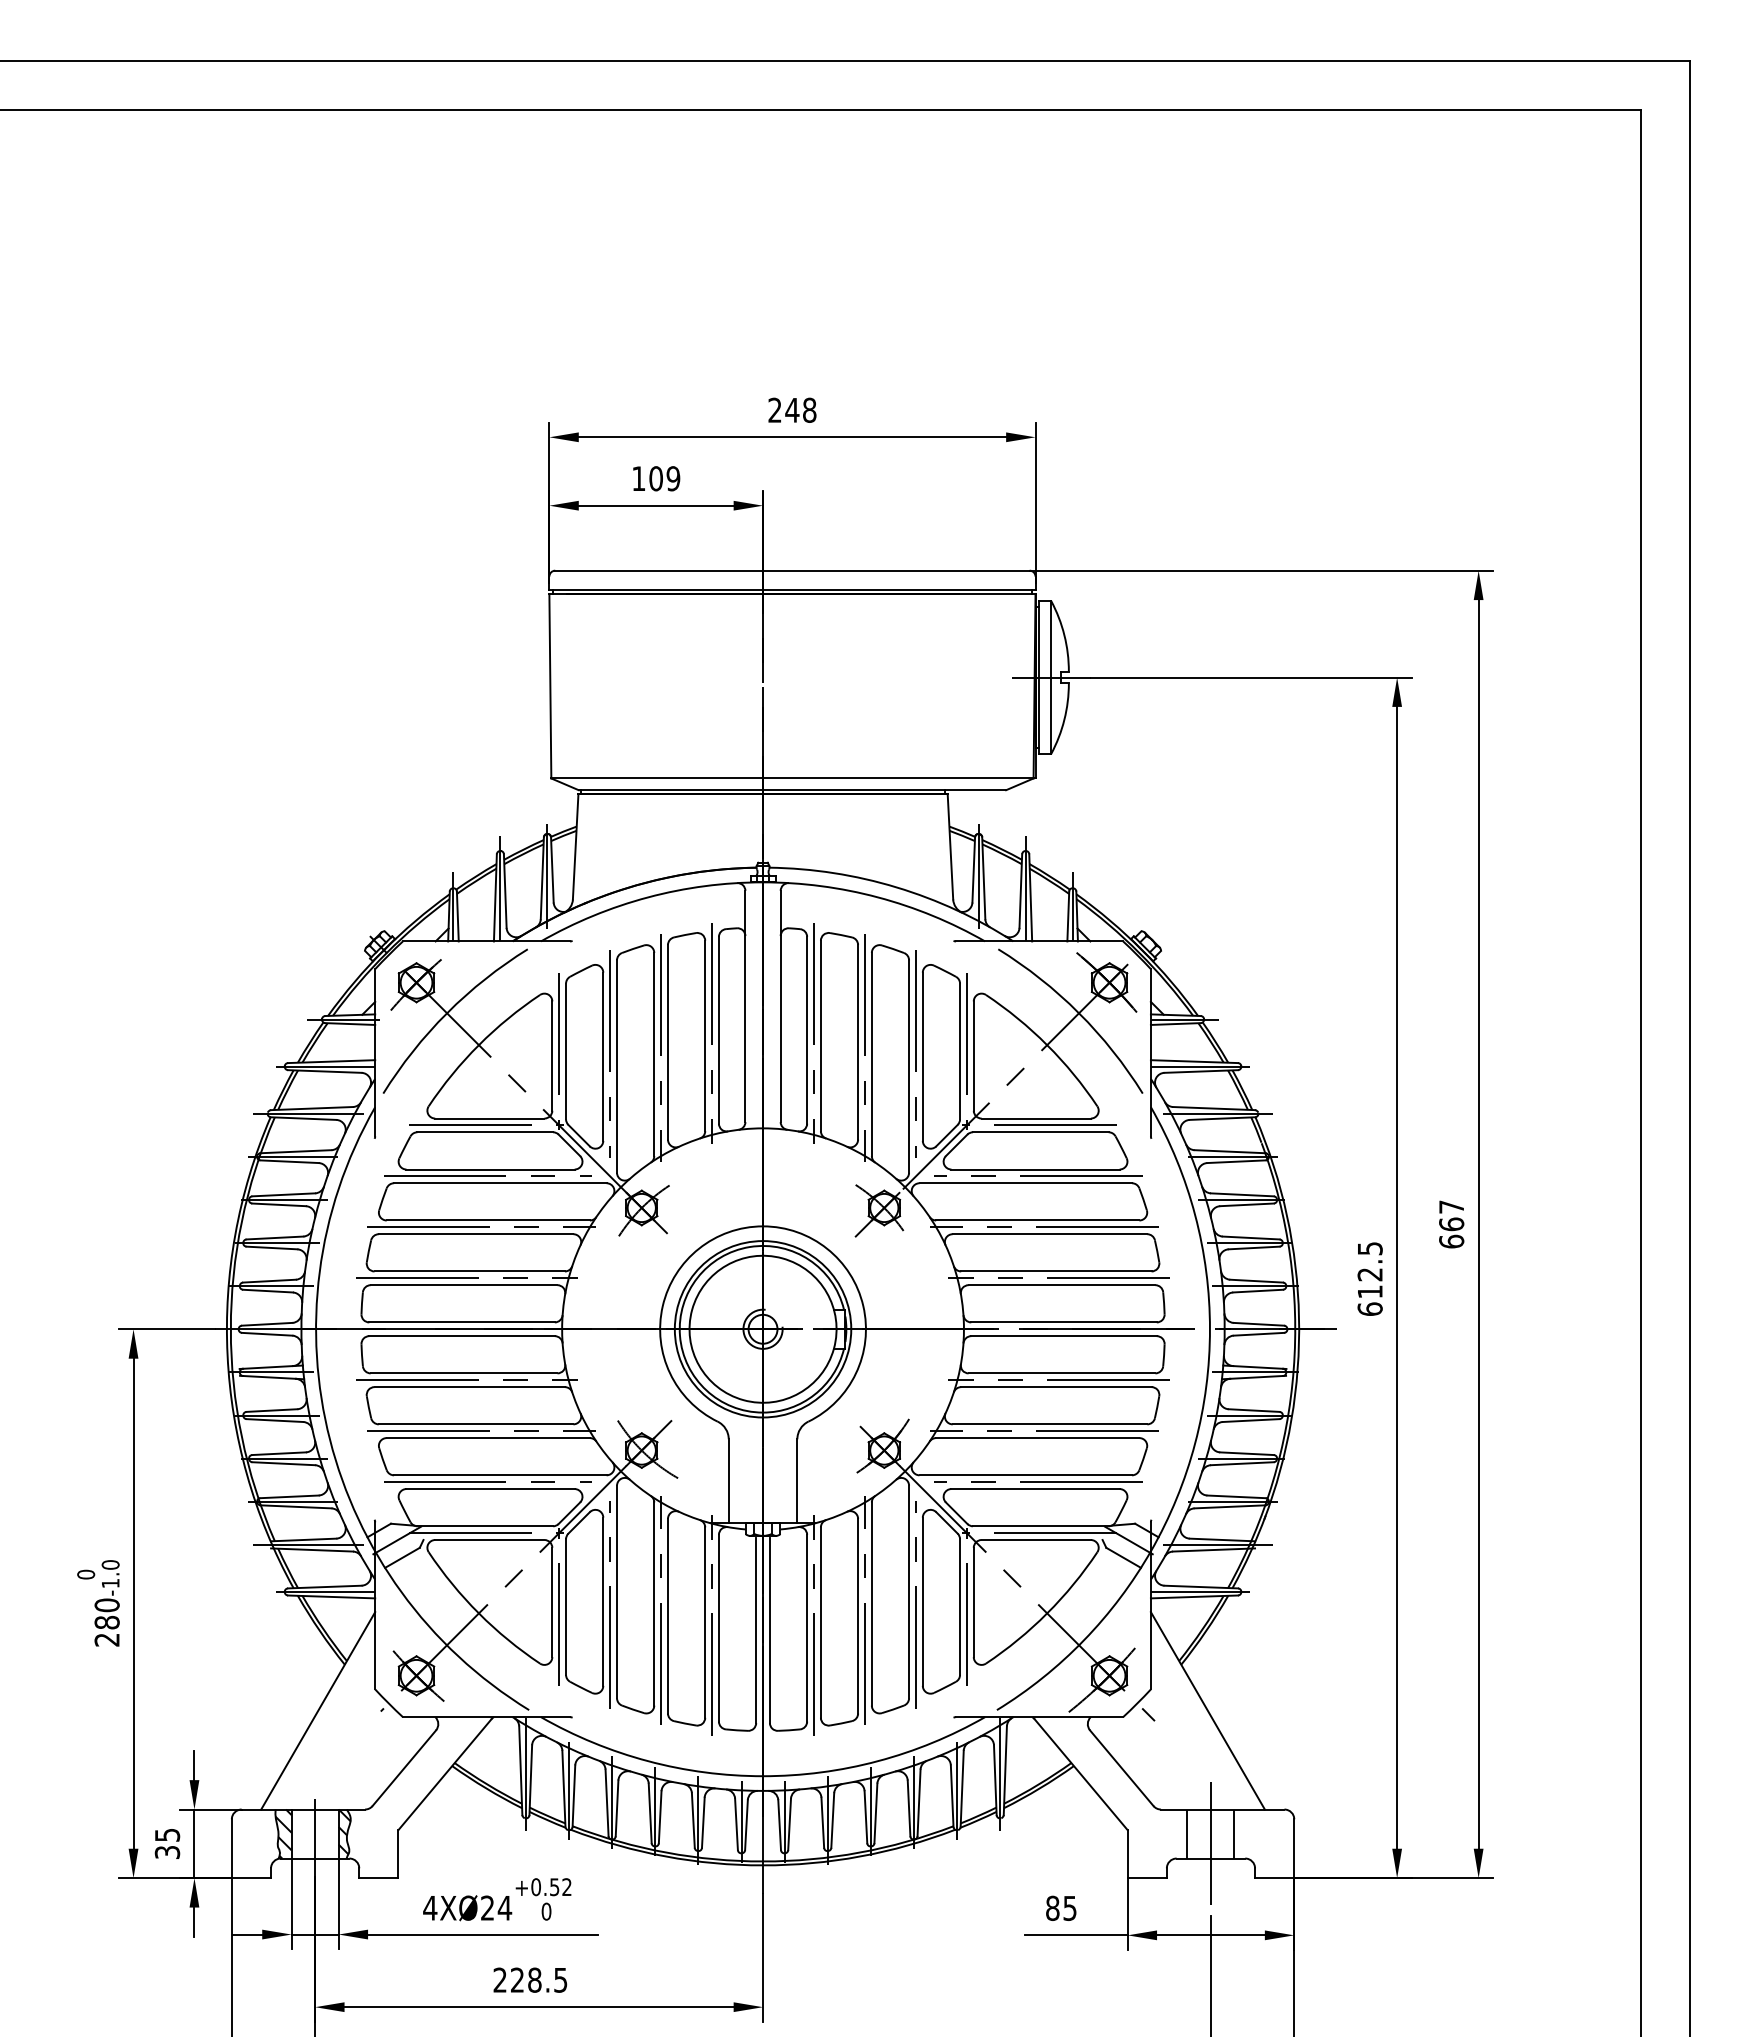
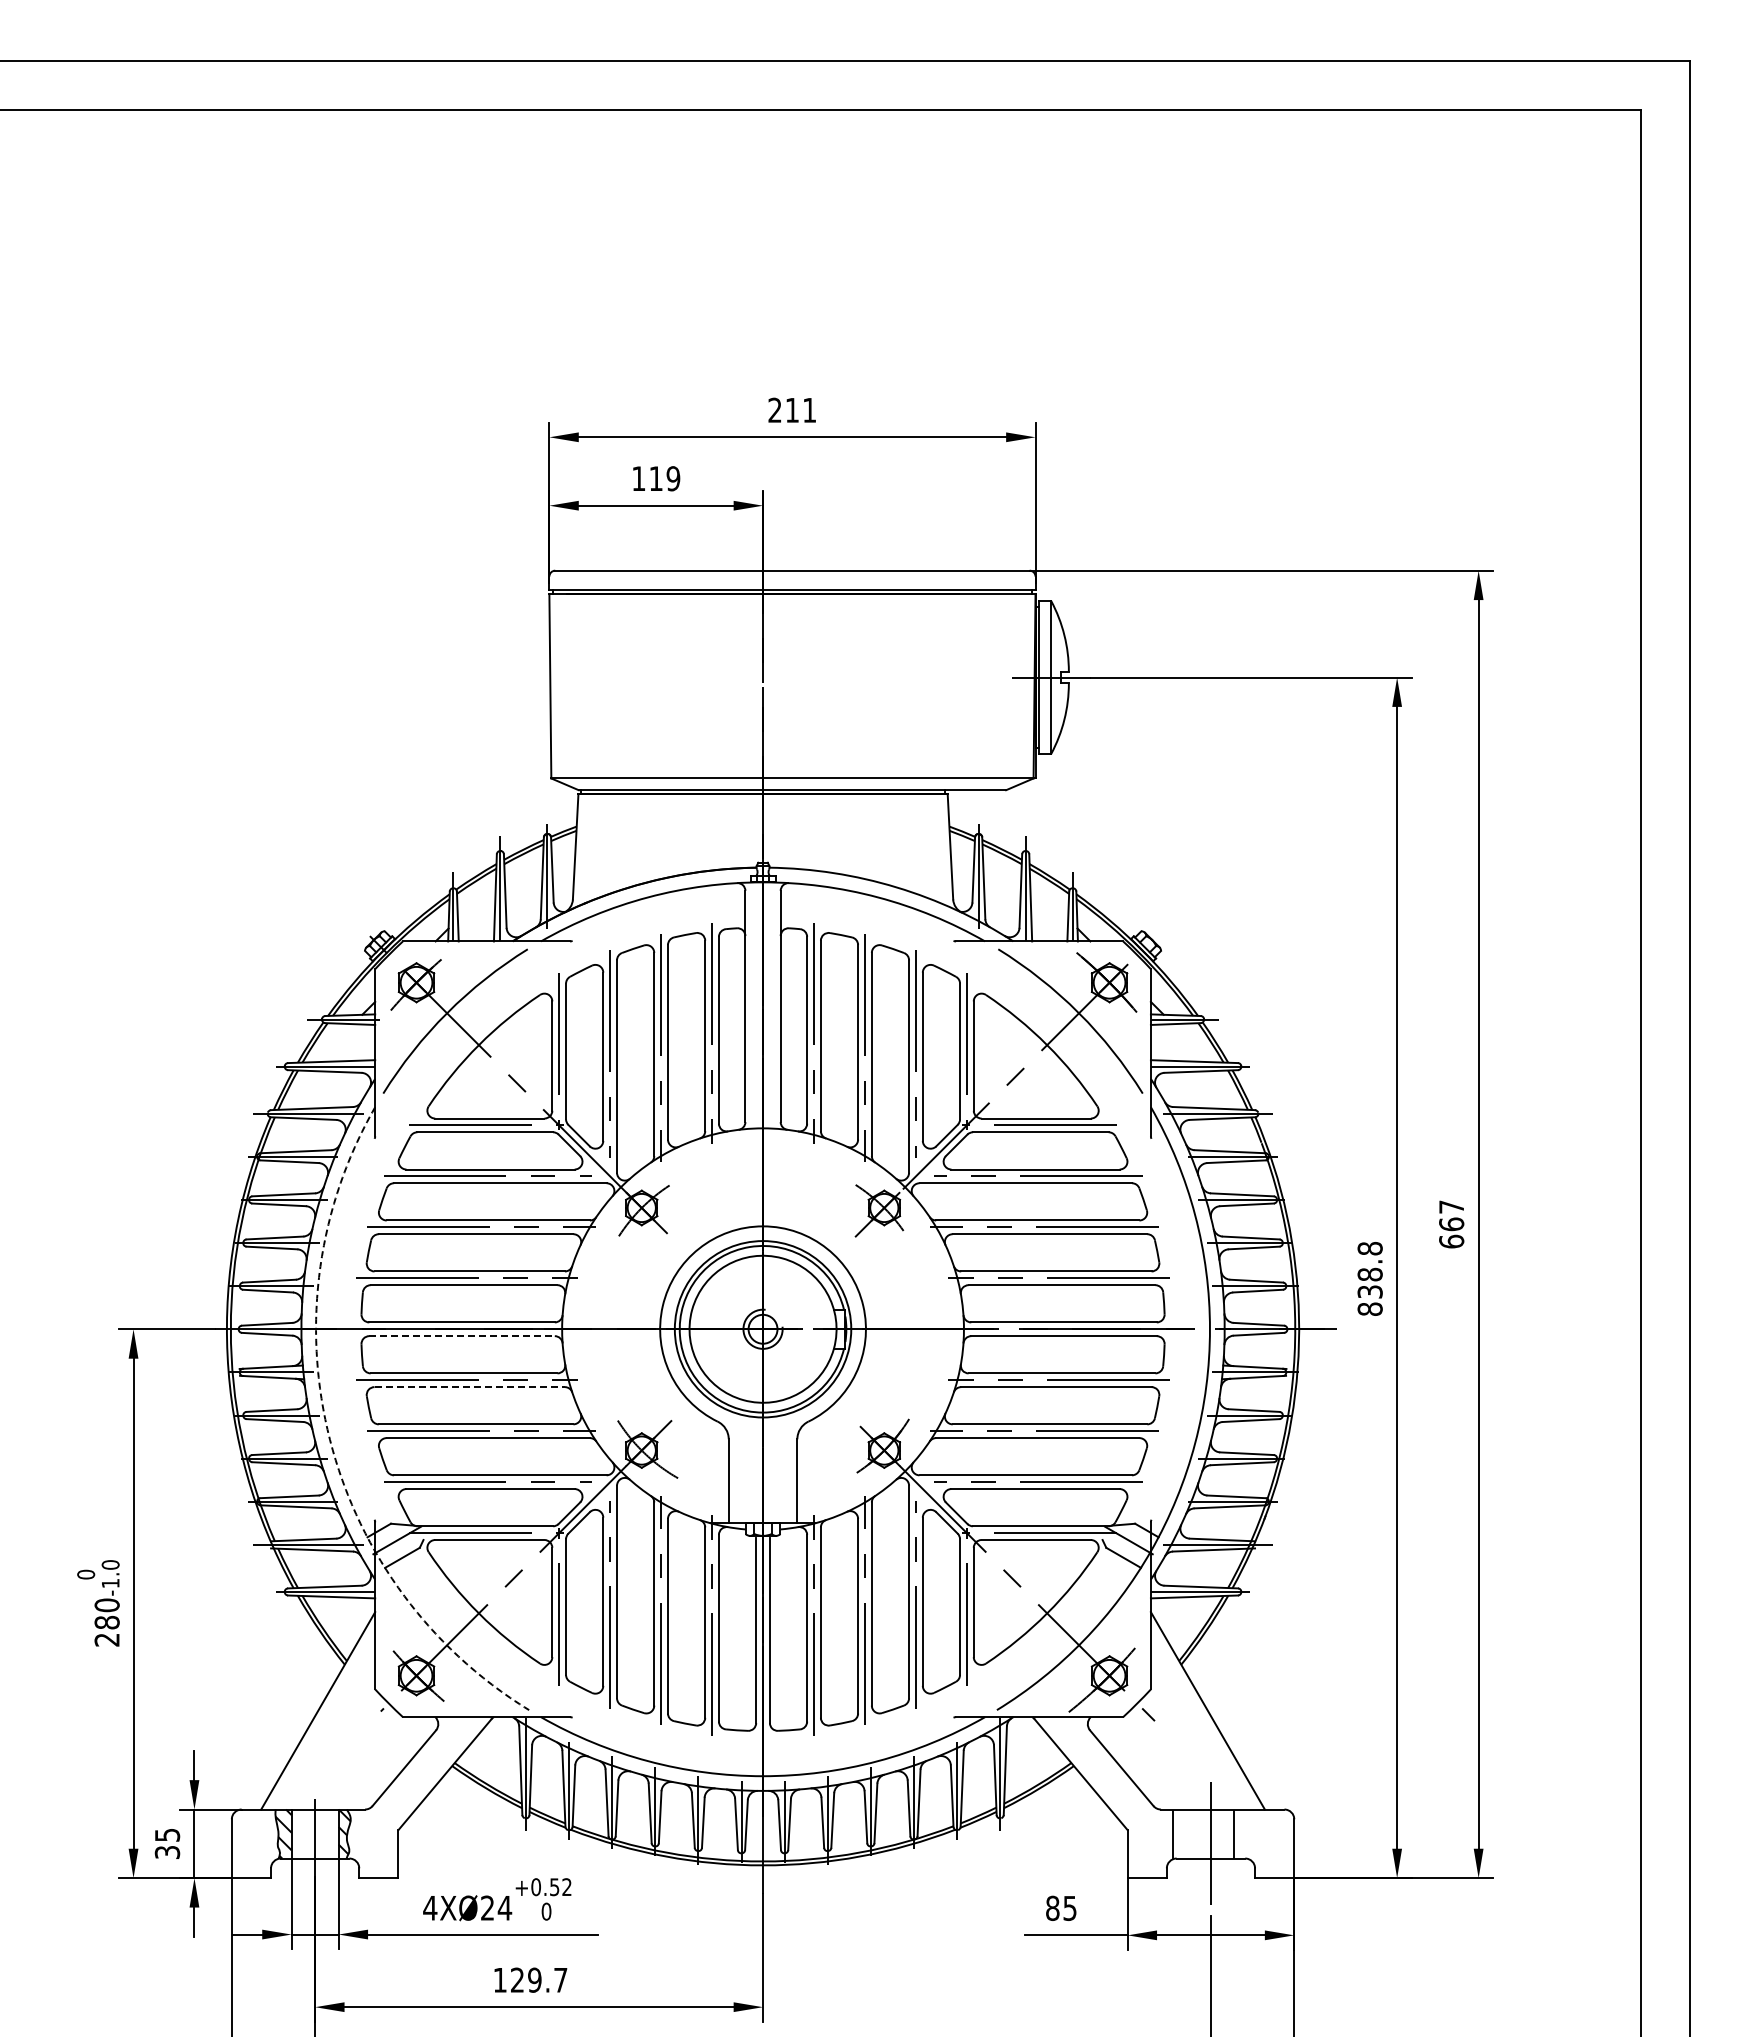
text at (800, 409): 248 -> 211
text at (655, 478): 109 -> 119
text at (1369, 1278): 612.5 -> 838.8
line at (462, 1336): solid -> dashed
line at (470, 1387): solid -> dashed
arc at (330, 1439): solid -> dashed
line at (1187, 1833) position: (1187, 1833) -> (1173, 1833)
text at (530, 1979): 228.5 -> 129.7
